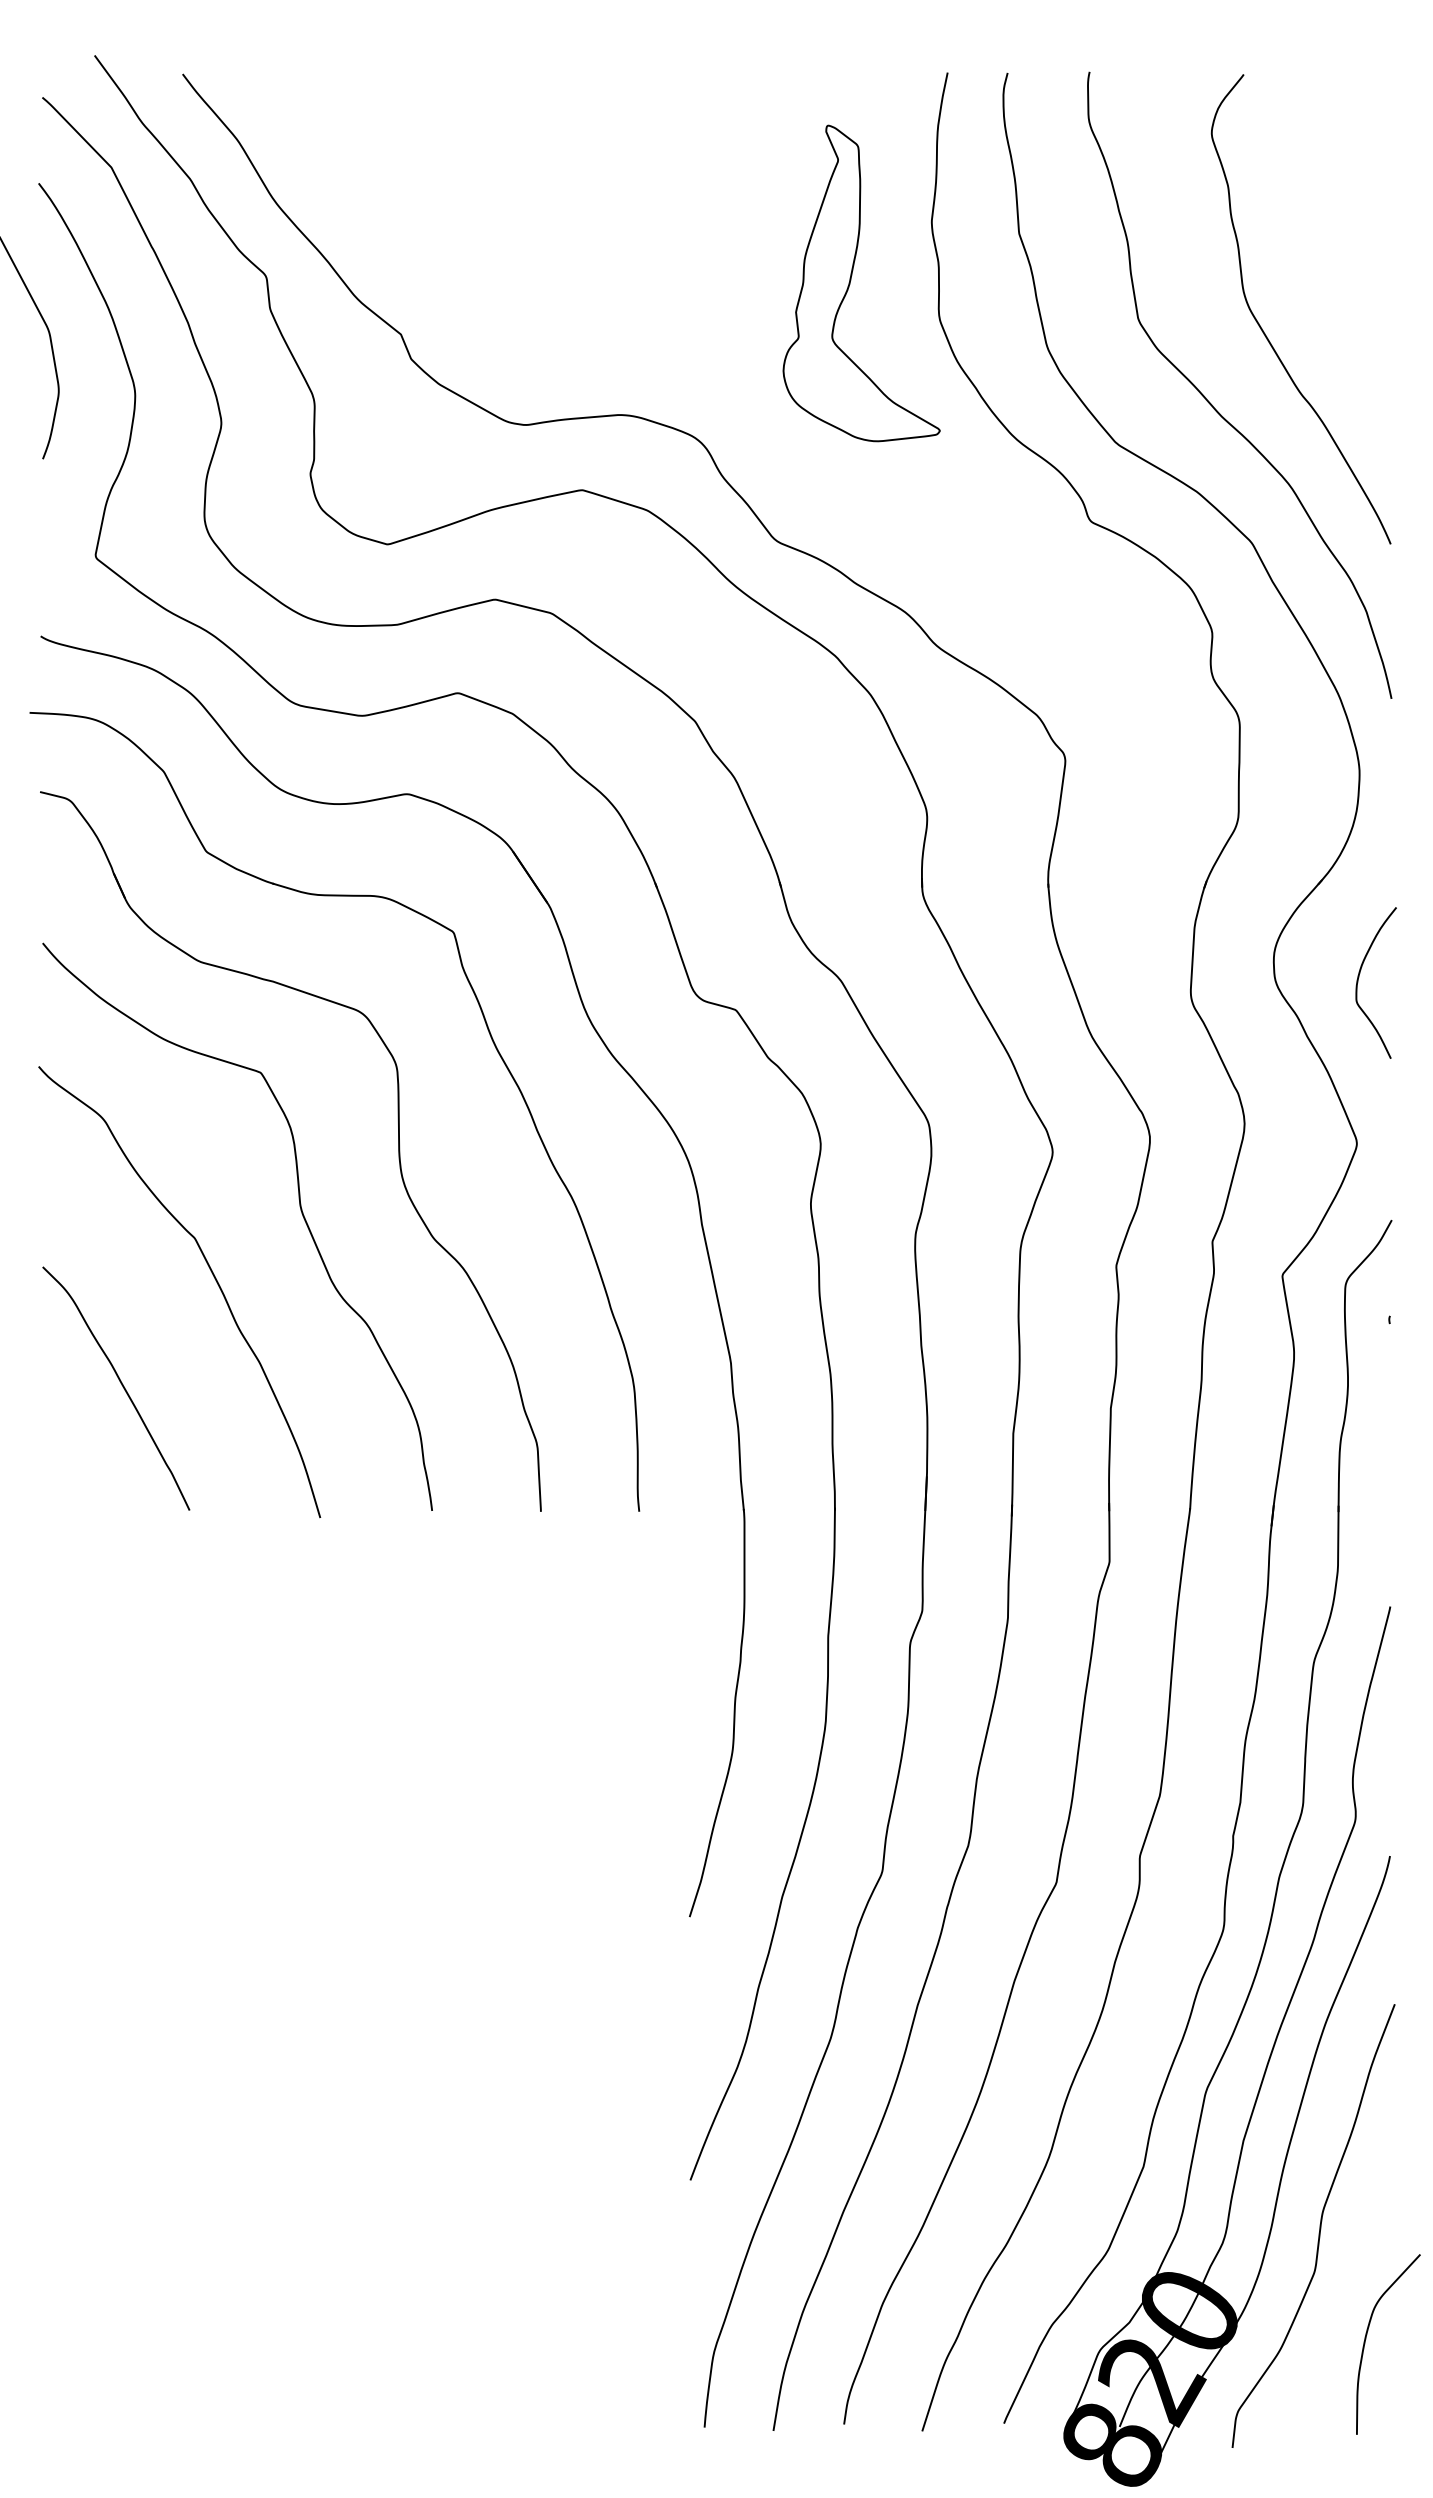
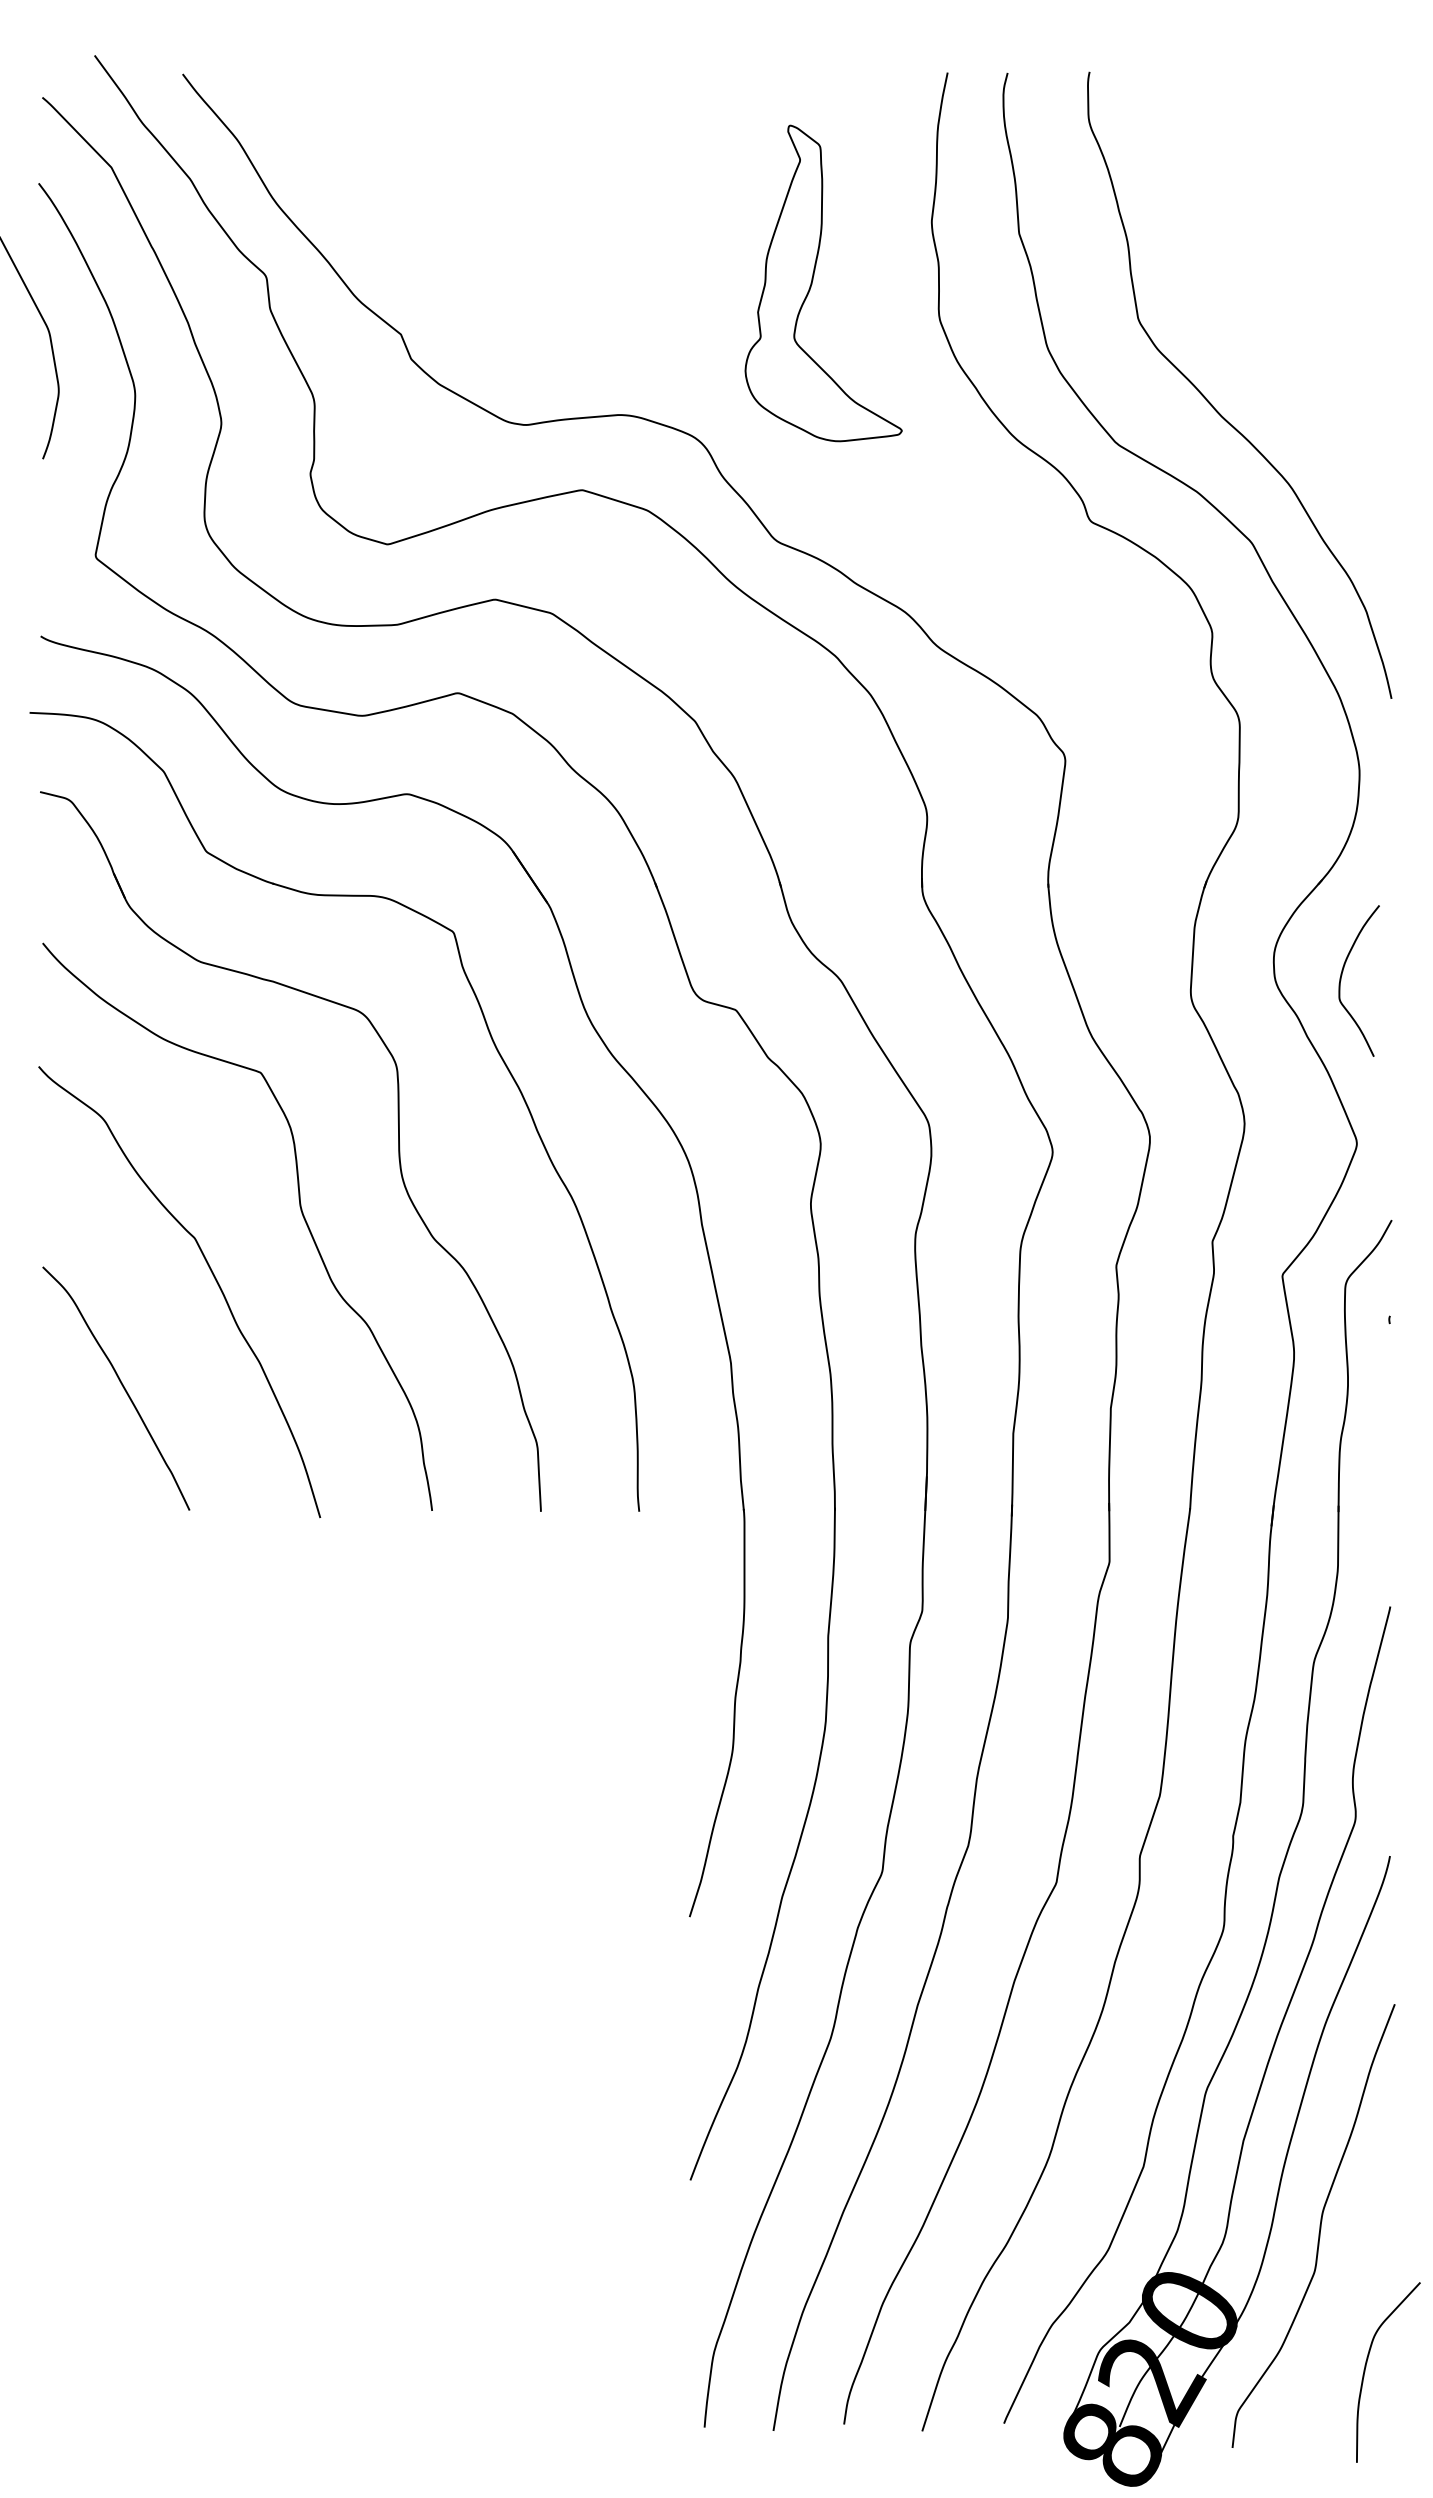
part at (851, 280) position: (851, 280) -> (813, 280)
curve at (1264, 331): present -> none
curve at (1359, 977) position: (1359, 977) -> (1342, 975)
curve at (1366, 2339) position: (1366, 2339) -> (1366, 2367)
